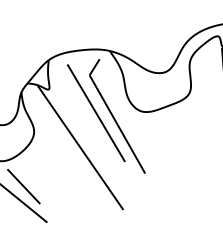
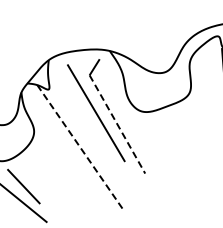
line at (117, 124): solid -> dashed
line at (80, 147): solid -> dashed
